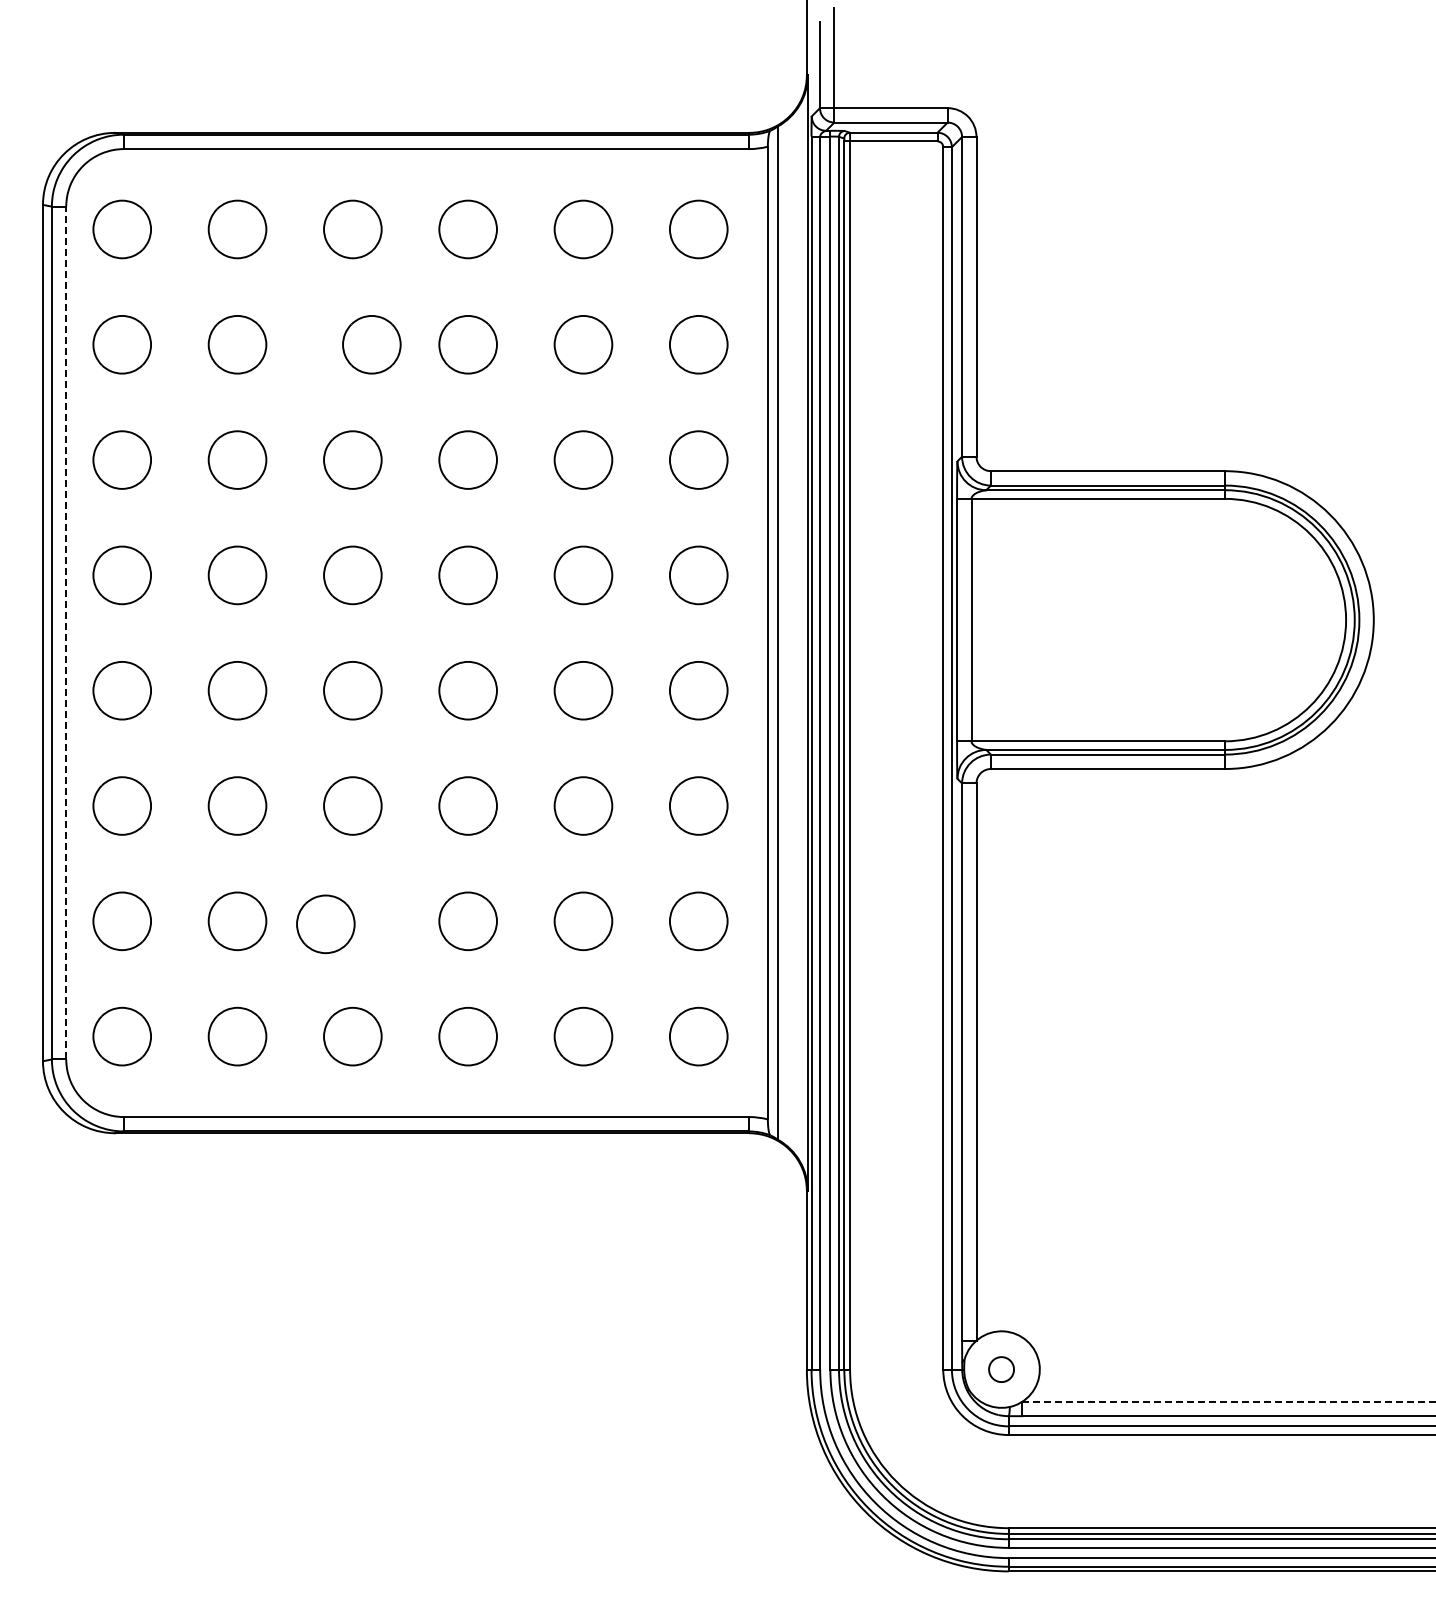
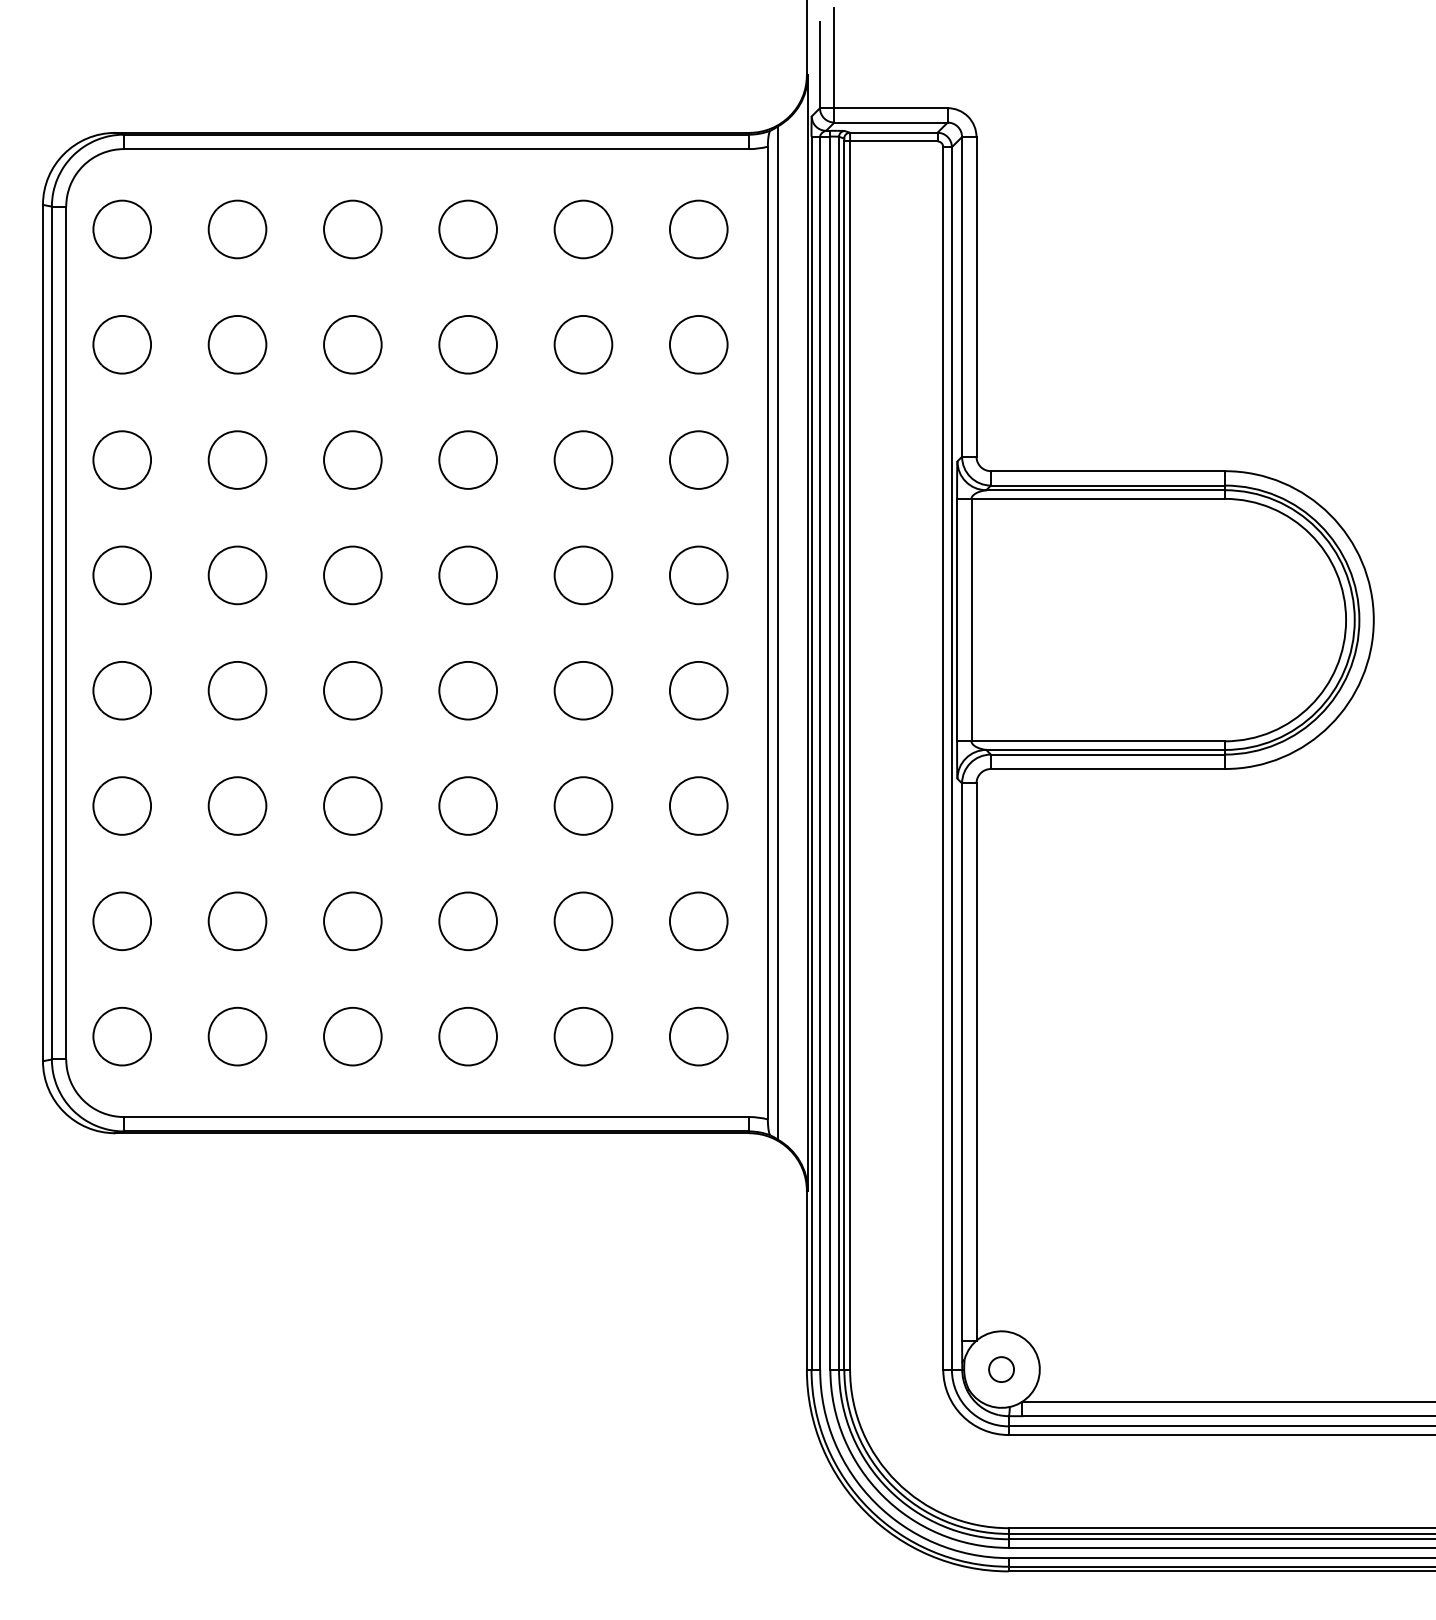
part at (371, 344) position: (371, 344) -> (352, 344)
line at (66, 632): dashed -> solid
part at (325, 923) position: (325, 923) -> (352, 920)
line at (1229, 1401): dashed -> solid
